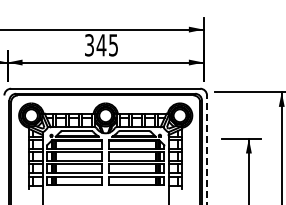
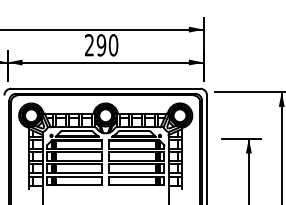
text at (101, 45): 345 -> 290
line at (207, 149): dashed -> solid
